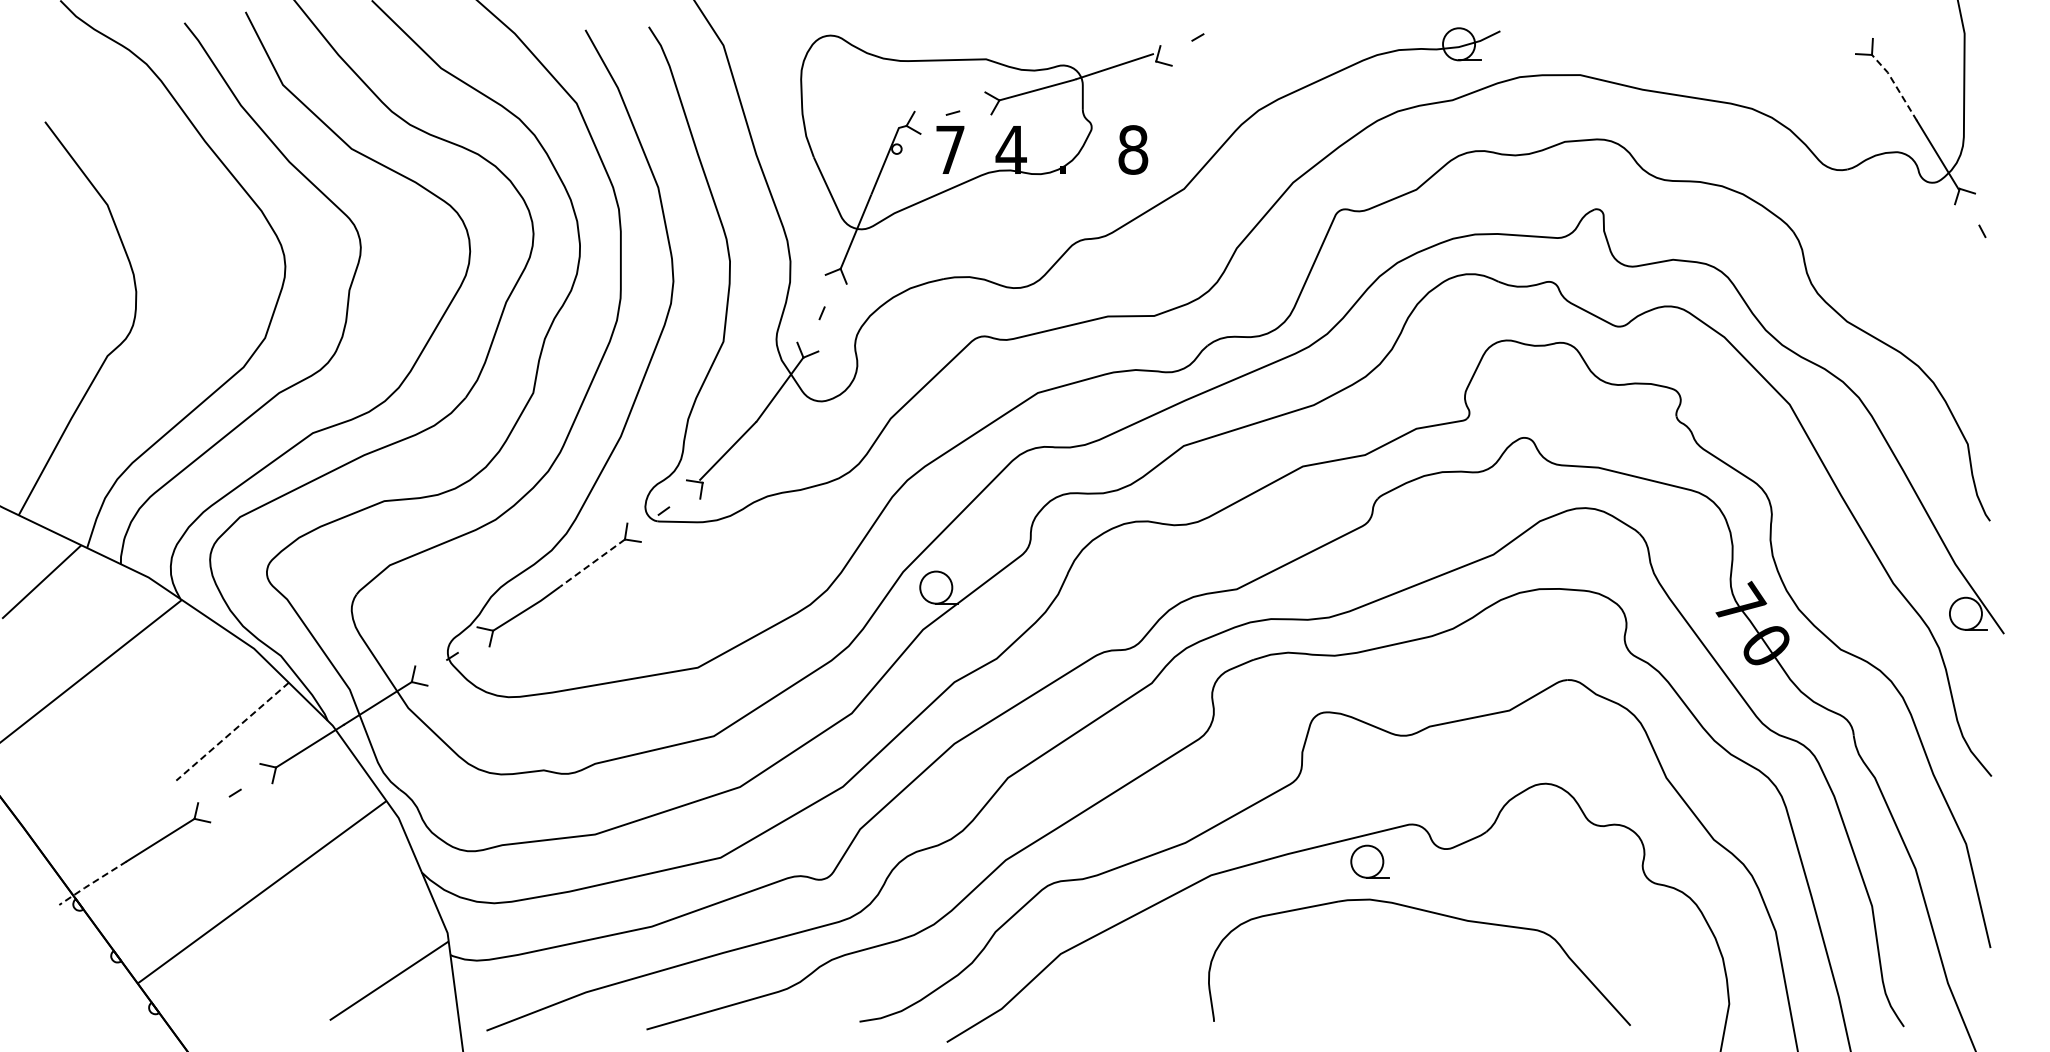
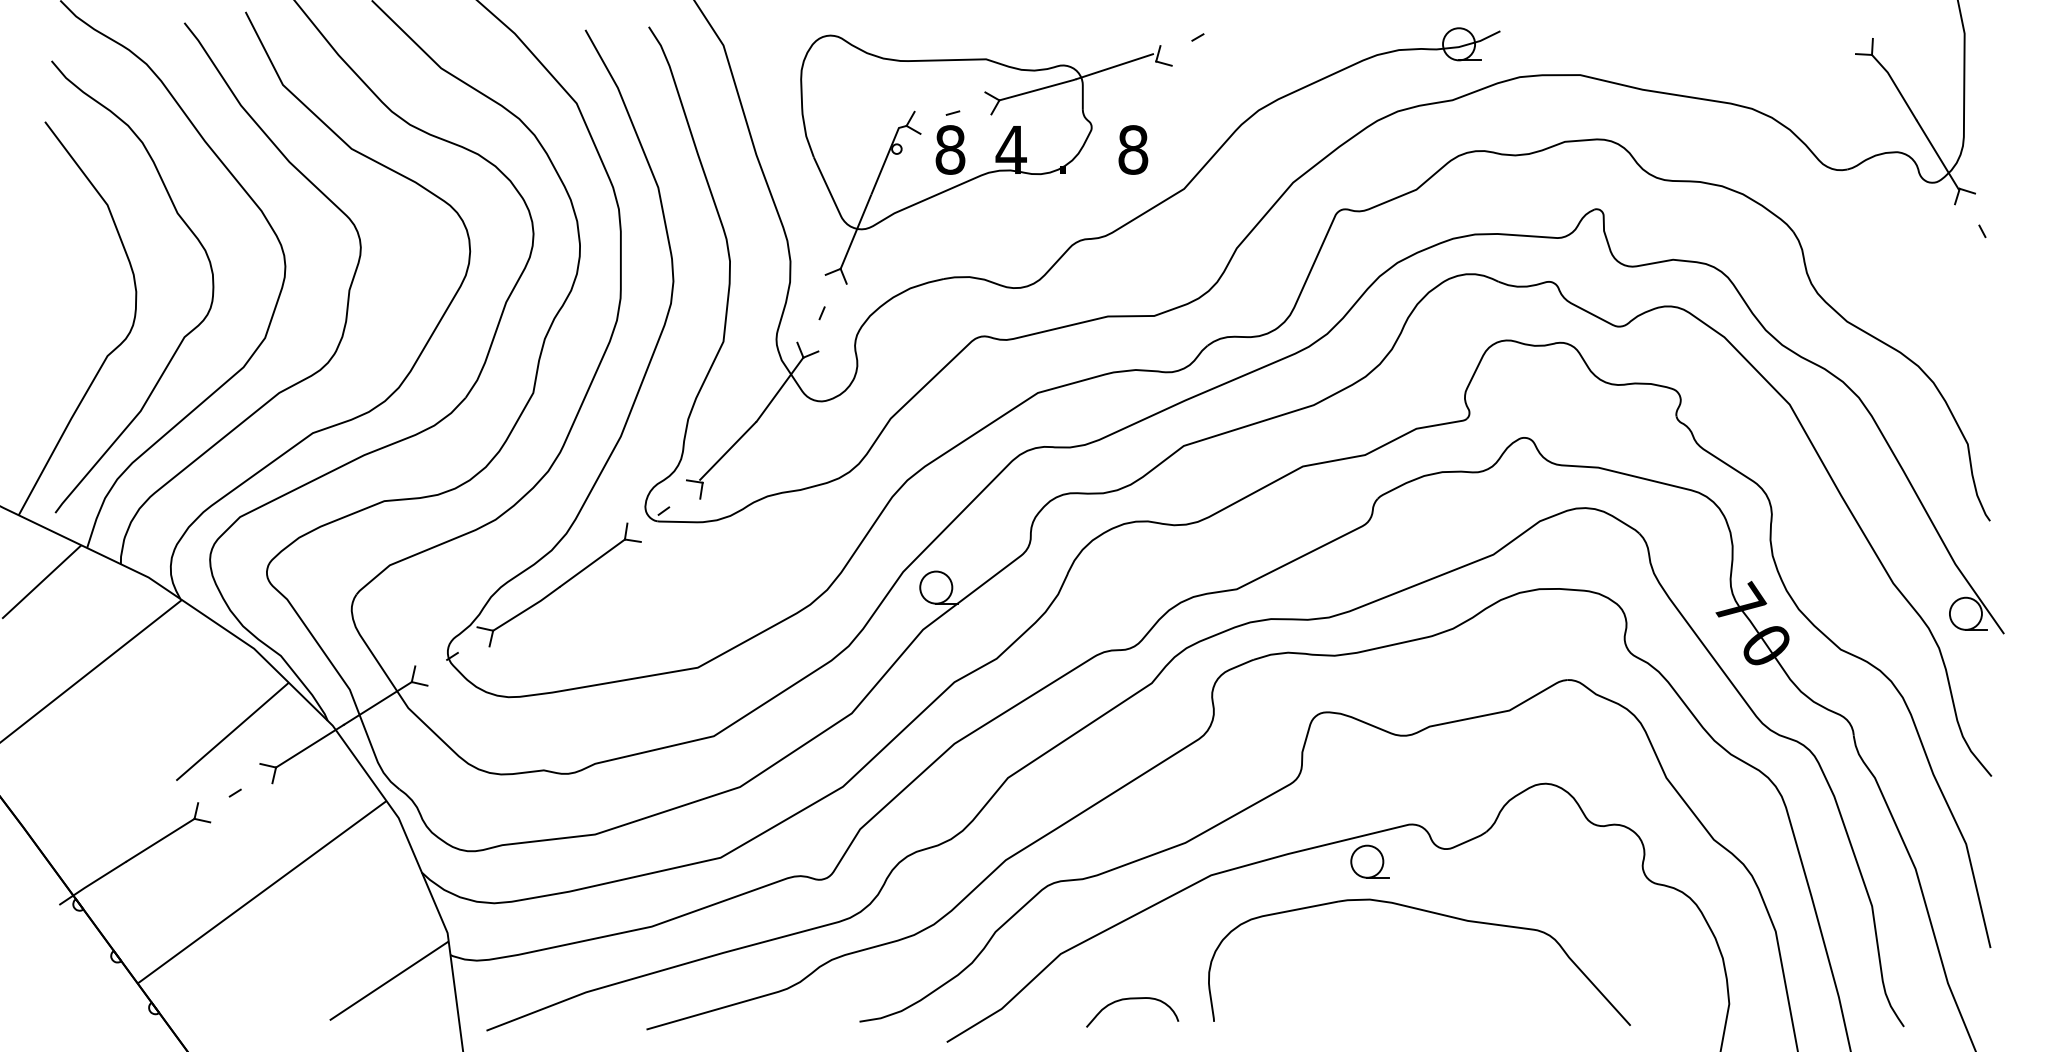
line at (1896, 86): dashed -> solid
text at (950, 149): 7 -> 8
curve at (183, 336): none -> present
line at (592, 563): dashed -> solid
line at (232, 731): dashed -> solid
line at (92, 883): dashed -> solid
curve at (1132, 999): none -> present
